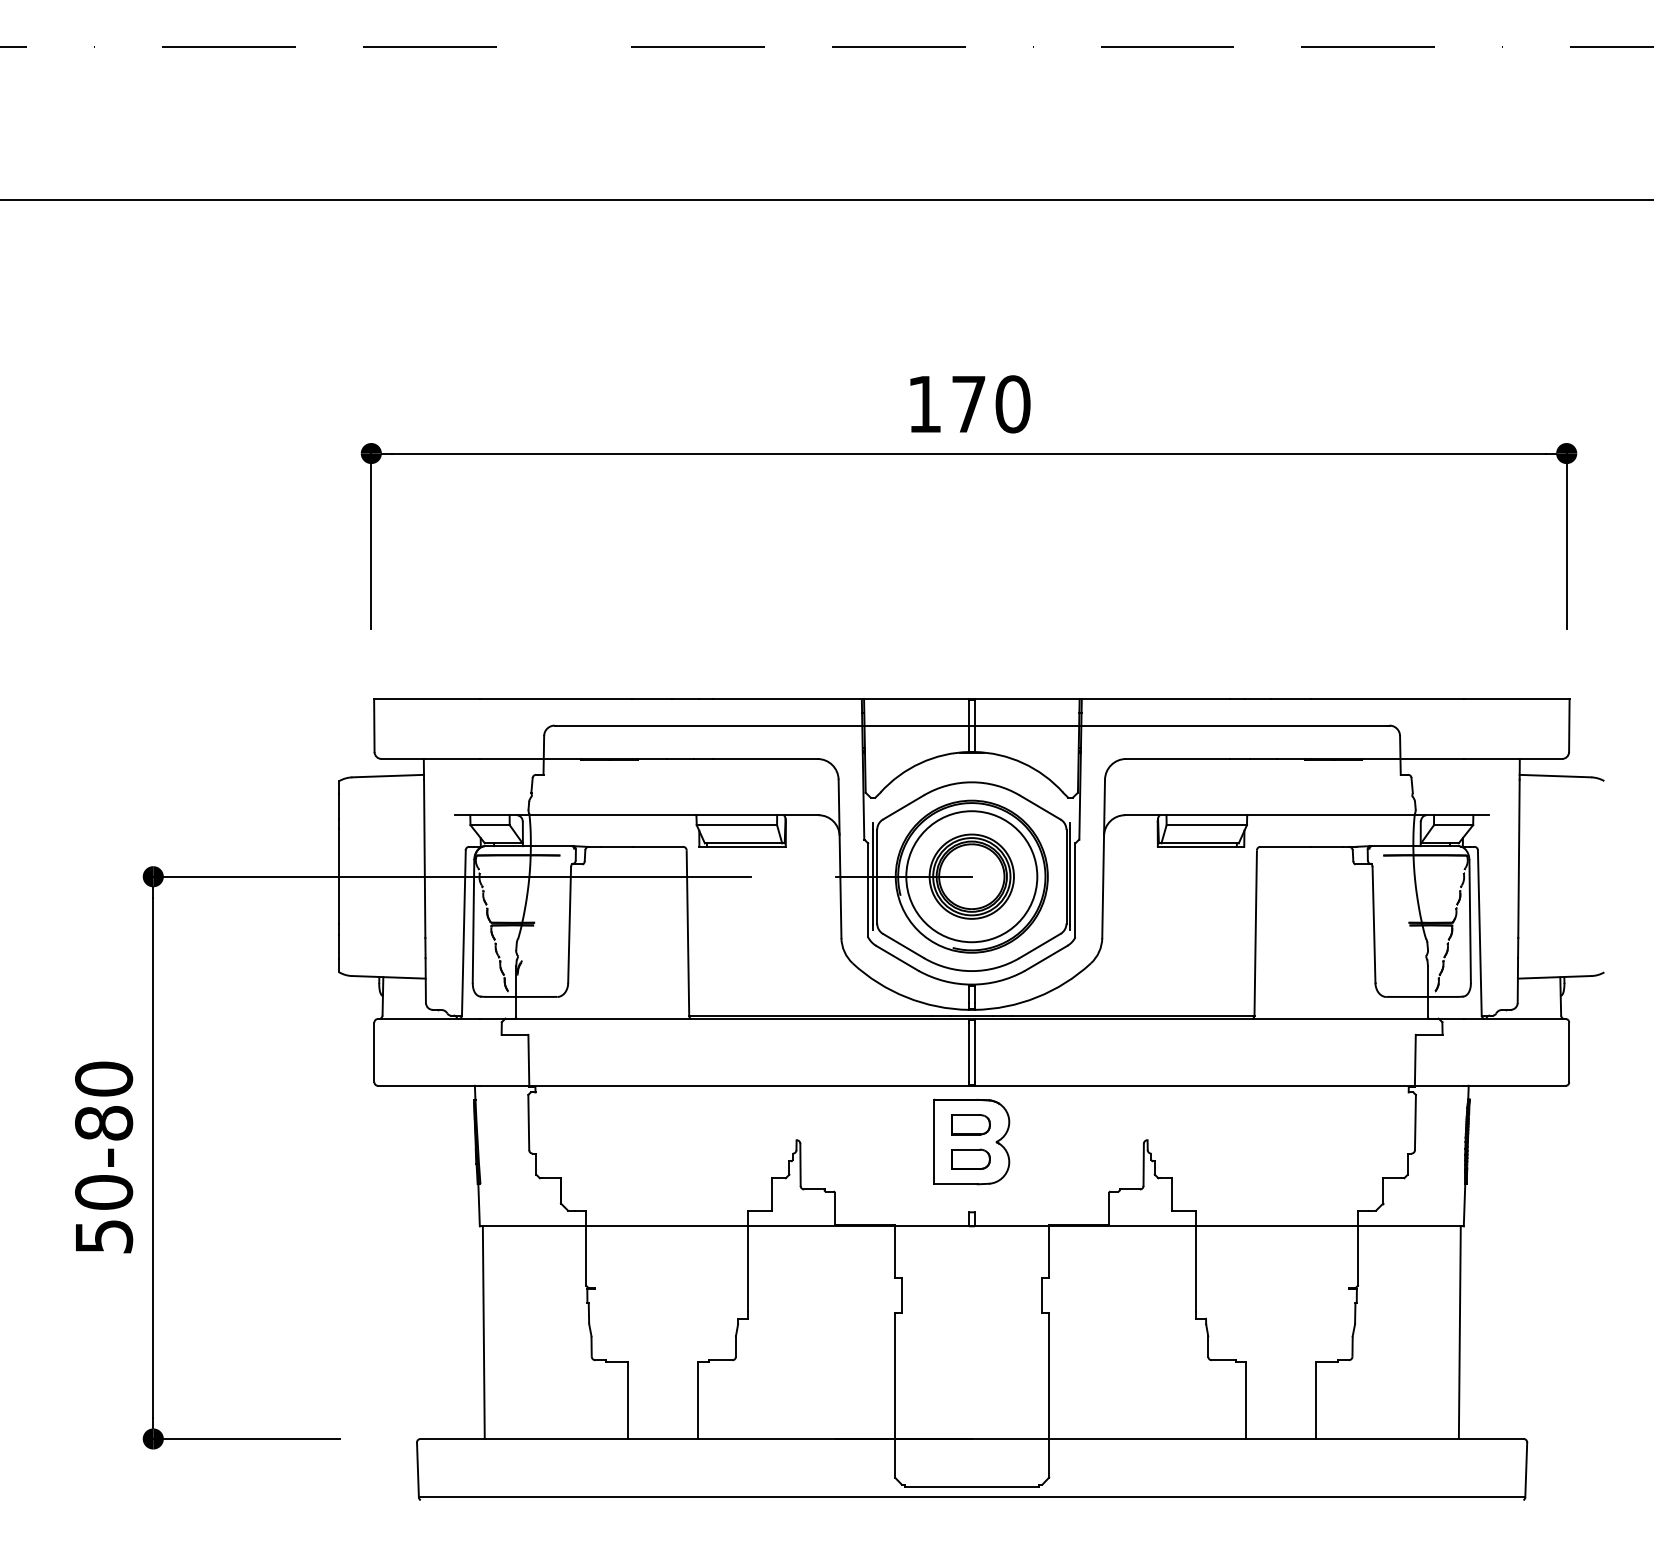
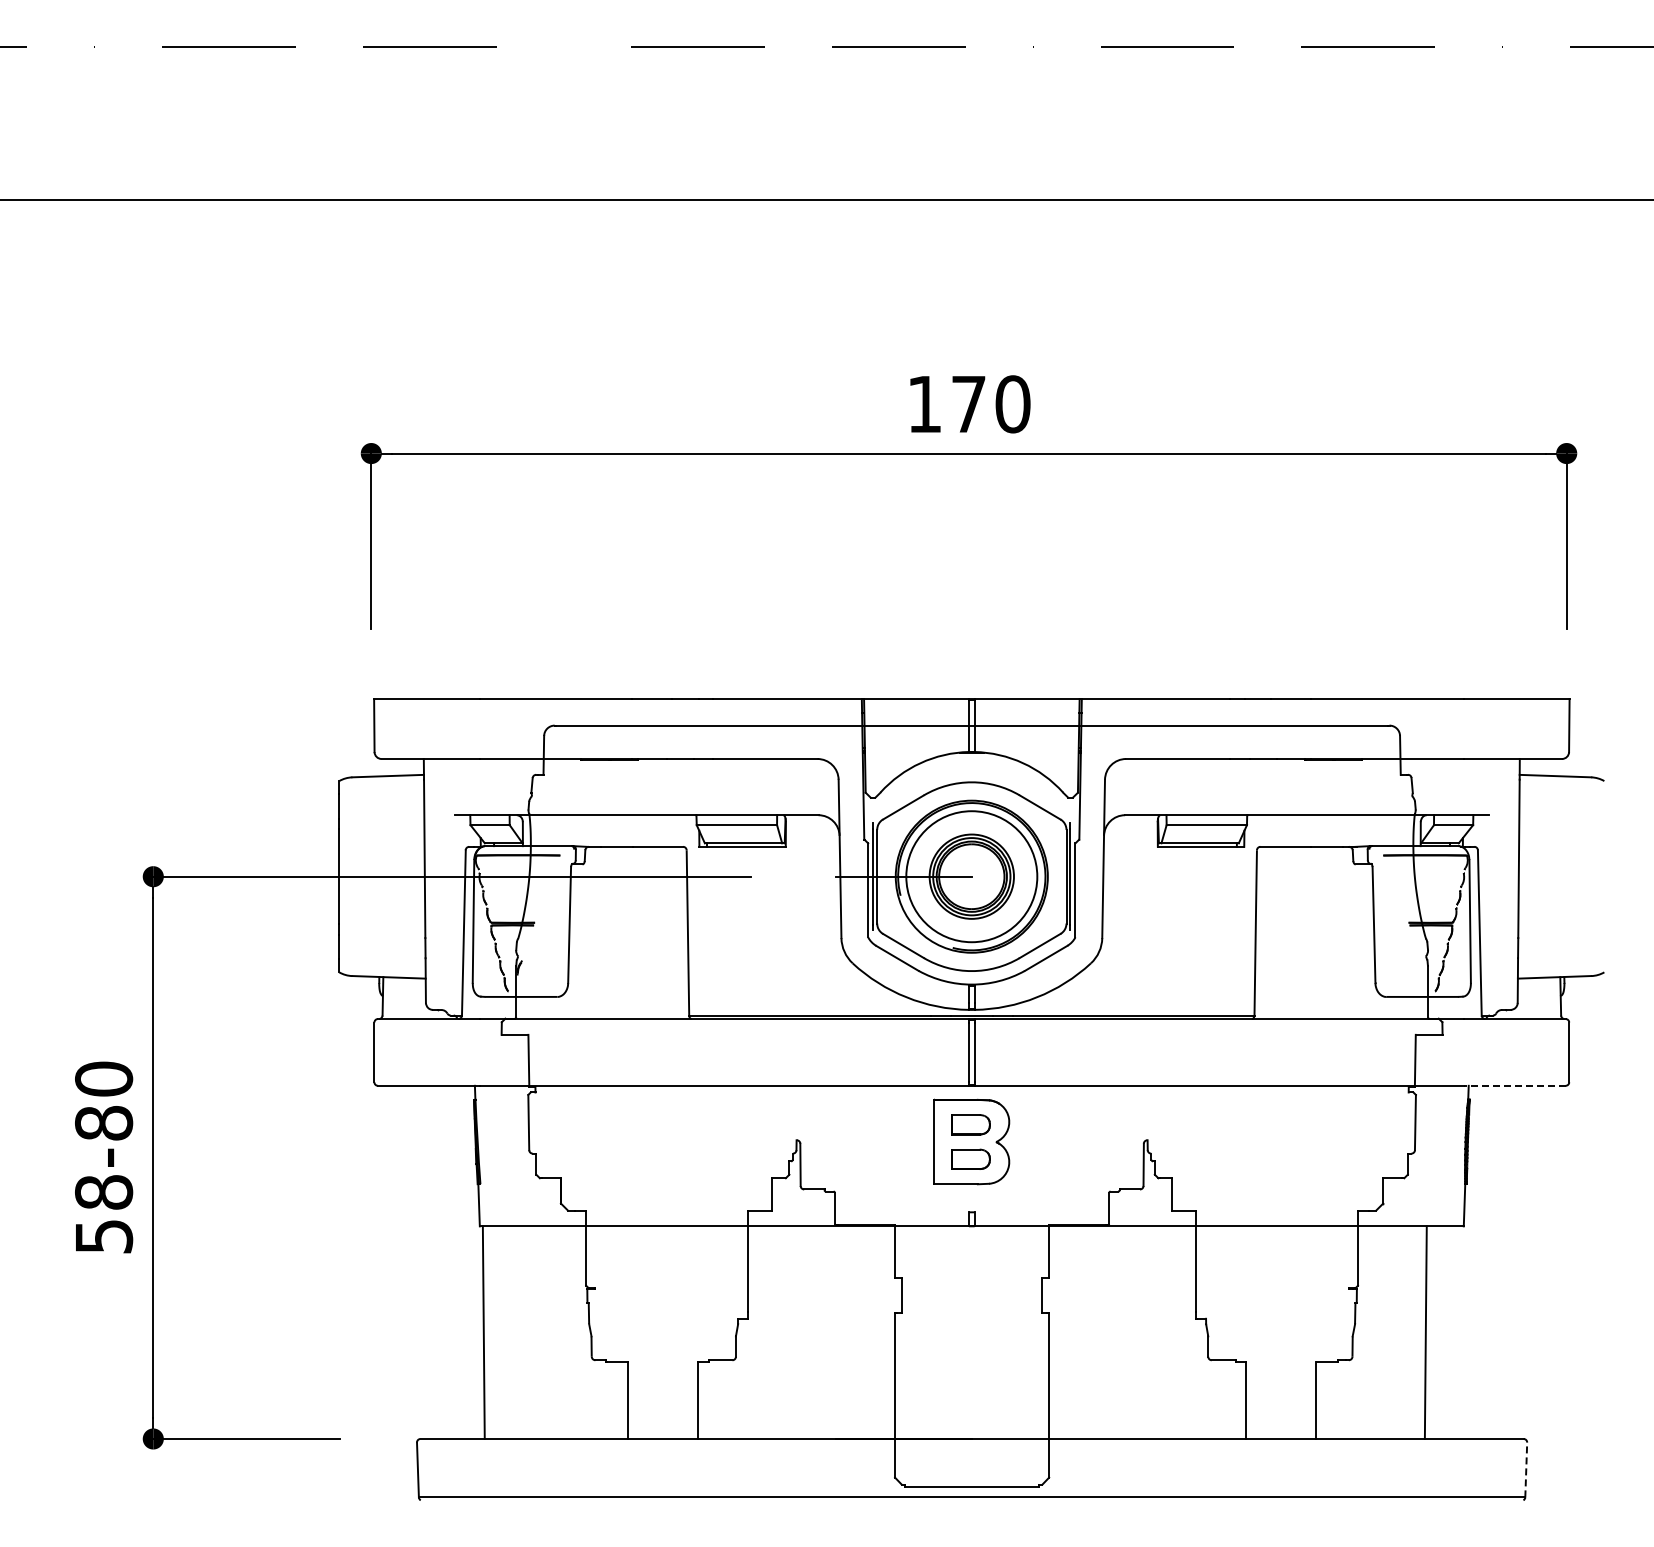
line at (1514, 1085): solid -> dashed
text at (103, 1192): 50-80 -> 58-80
line at (1459, 1332) position: (1459, 1332) -> (1425, 1332)
line at (1526, 1469): solid -> dashed
